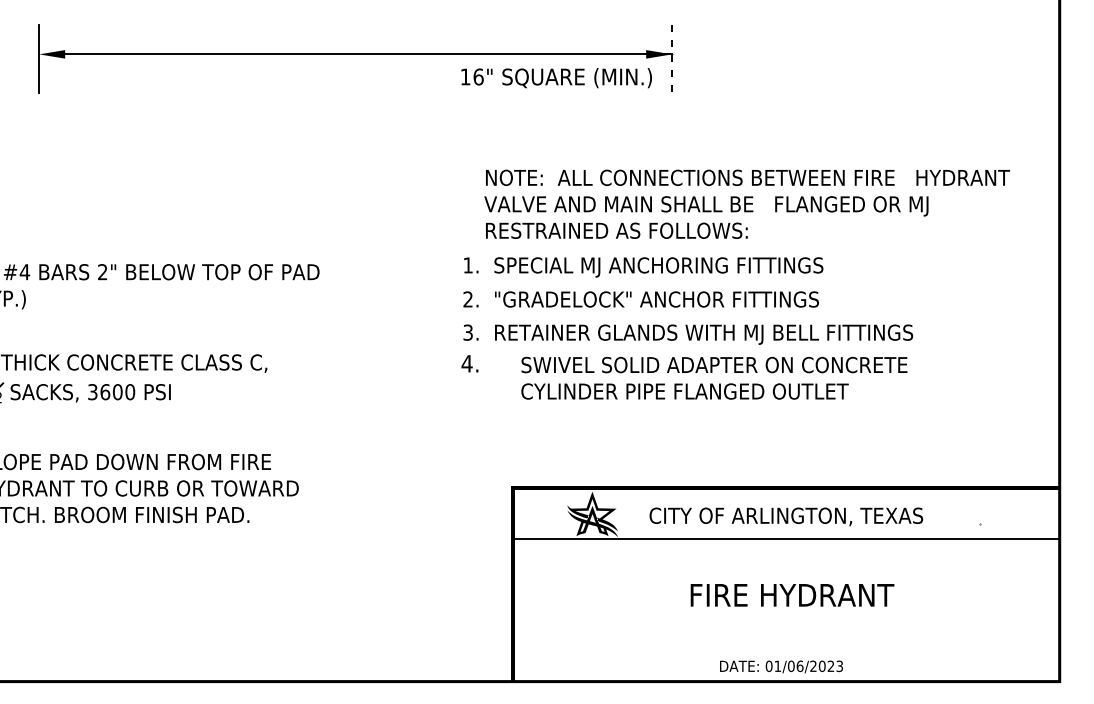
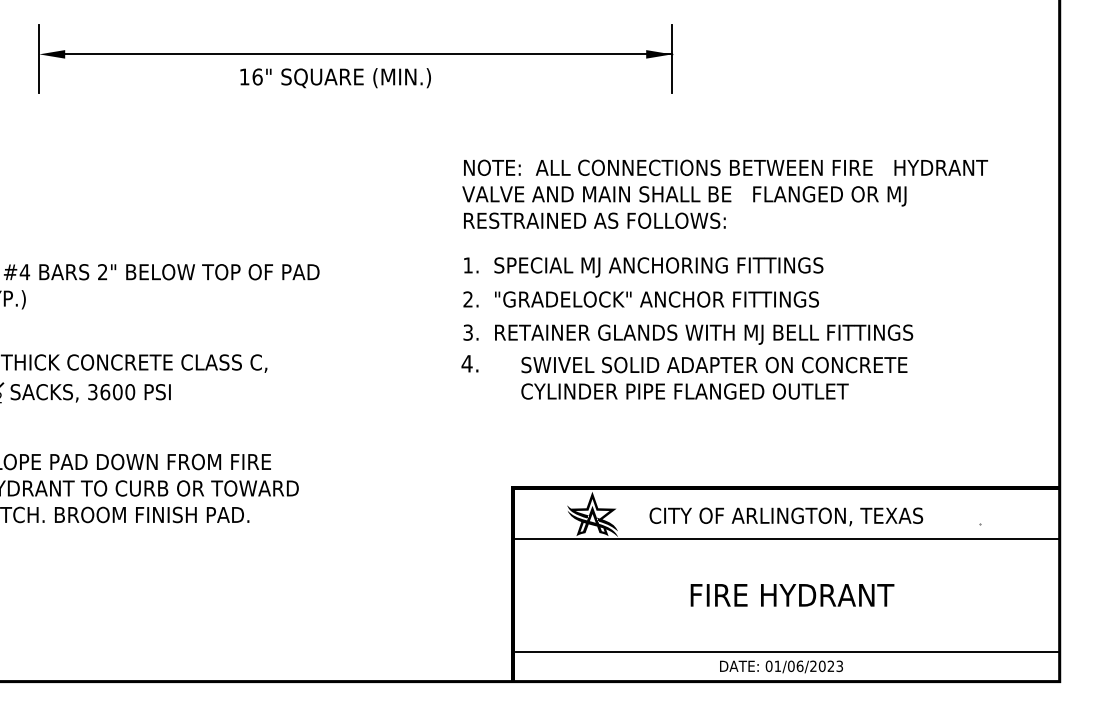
line at (672, 59): dashed -> solid
text at (556, 78) position: (556, 78) -> (335, 78)
text at (747, 203) position: (747, 203) -> (725, 193)
line at (787, 652): none -> present
